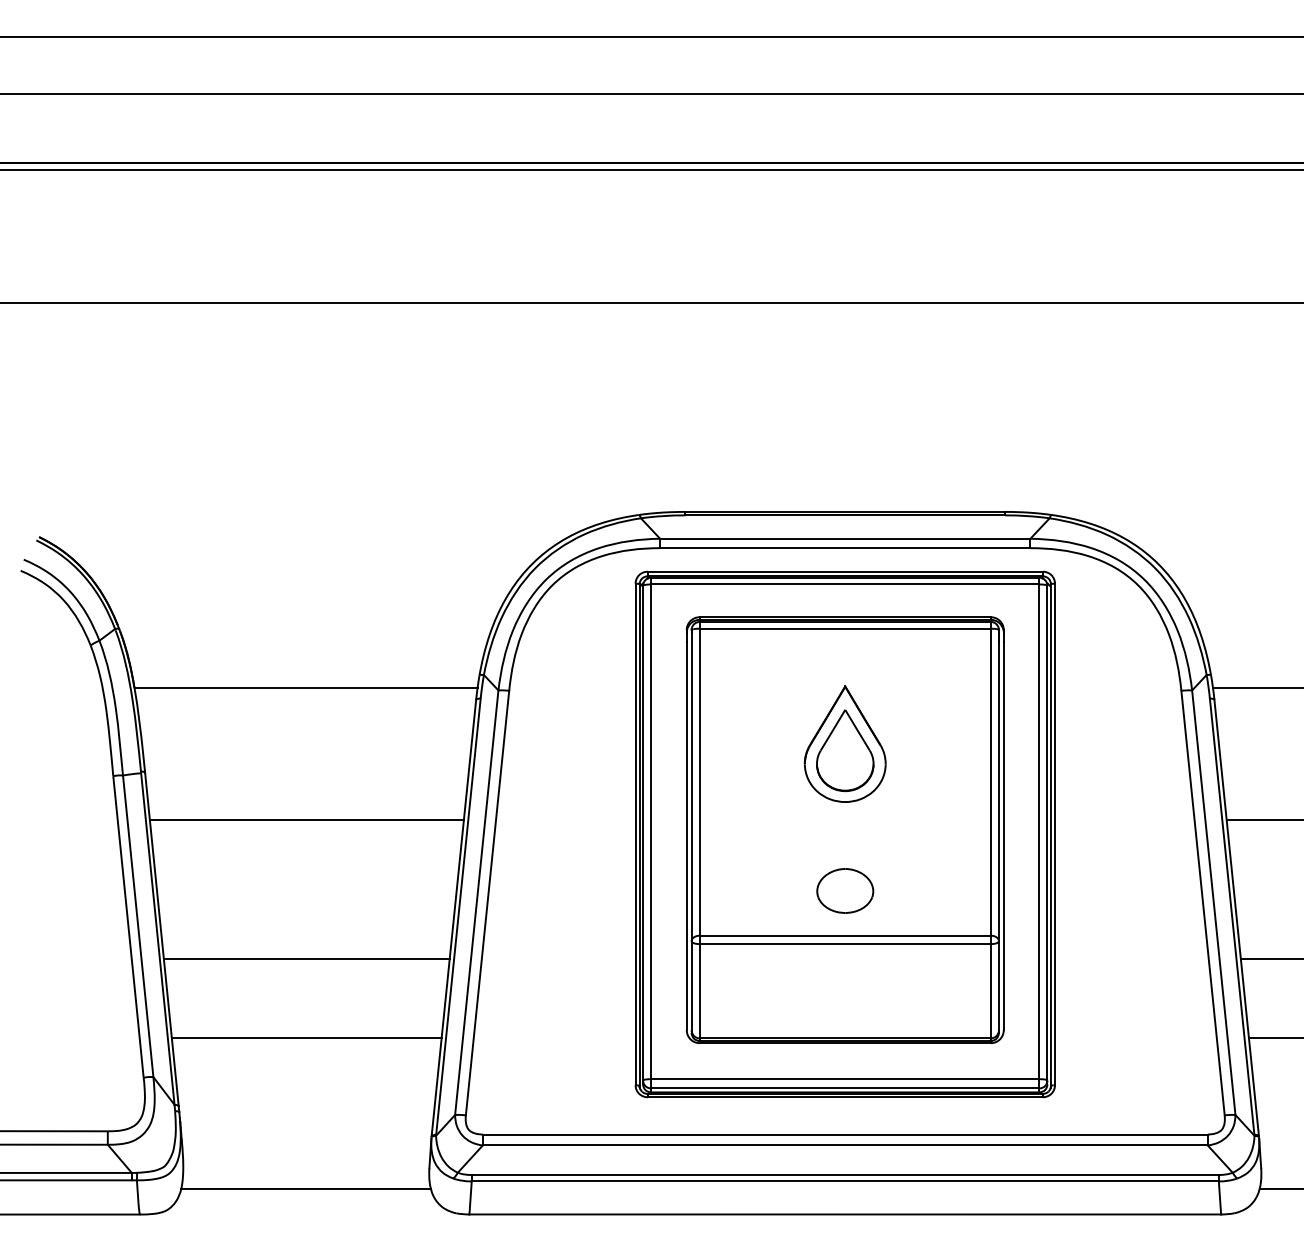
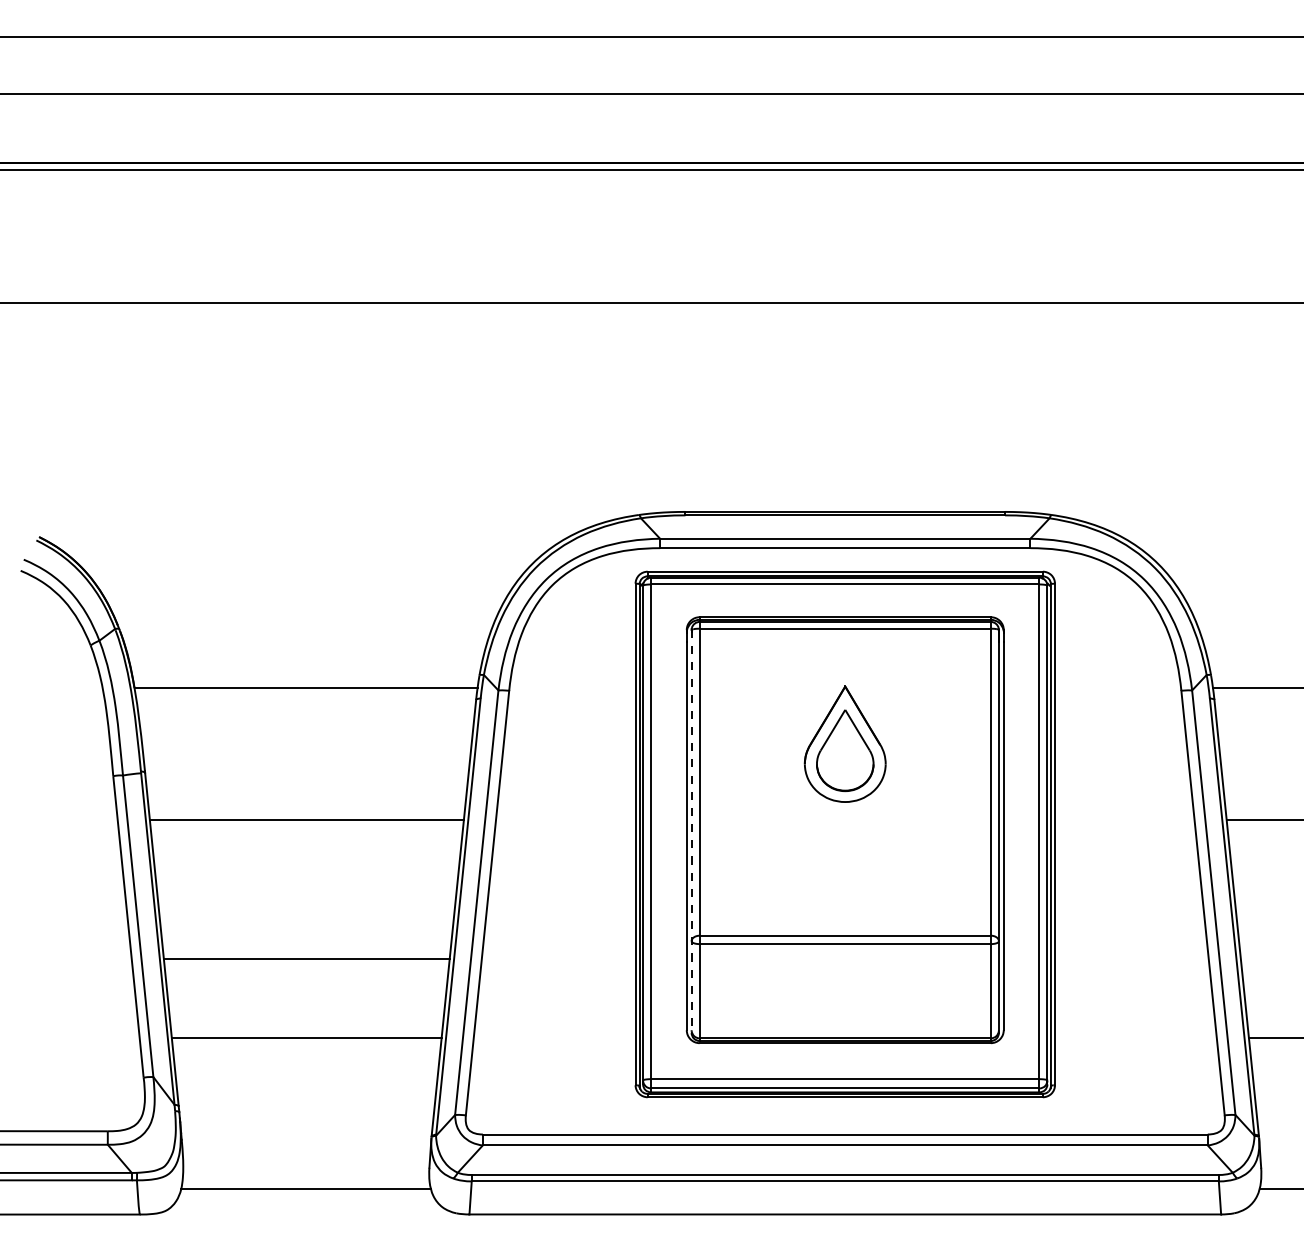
line at (691, 831): solid -> dashed
part at (845, 890): present -> none
line at (1270, 959): present -> none
